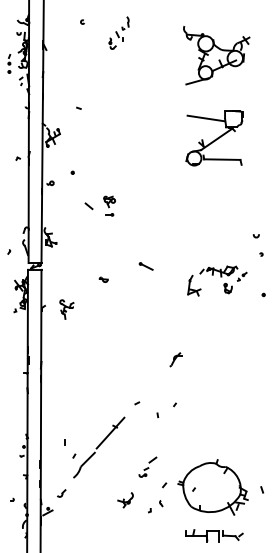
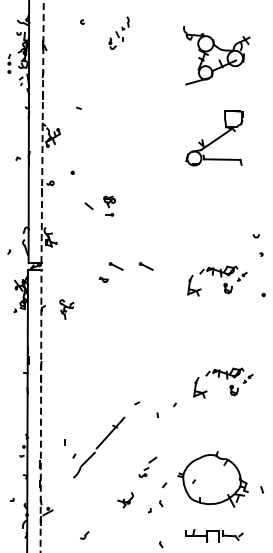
line at (205, 118): present -> none
line at (42, 131): solid -> dashed
part at (115, 266): none -> present
part at (175, 359): present -> none
part at (223, 382): none -> present
line at (41, 410): solid -> dashed
part at (212, 487) position: (212, 487) -> (212, 479)
part at (61, 493) position: (61, 493) -> (84, 535)
part at (161, 544): none -> present
